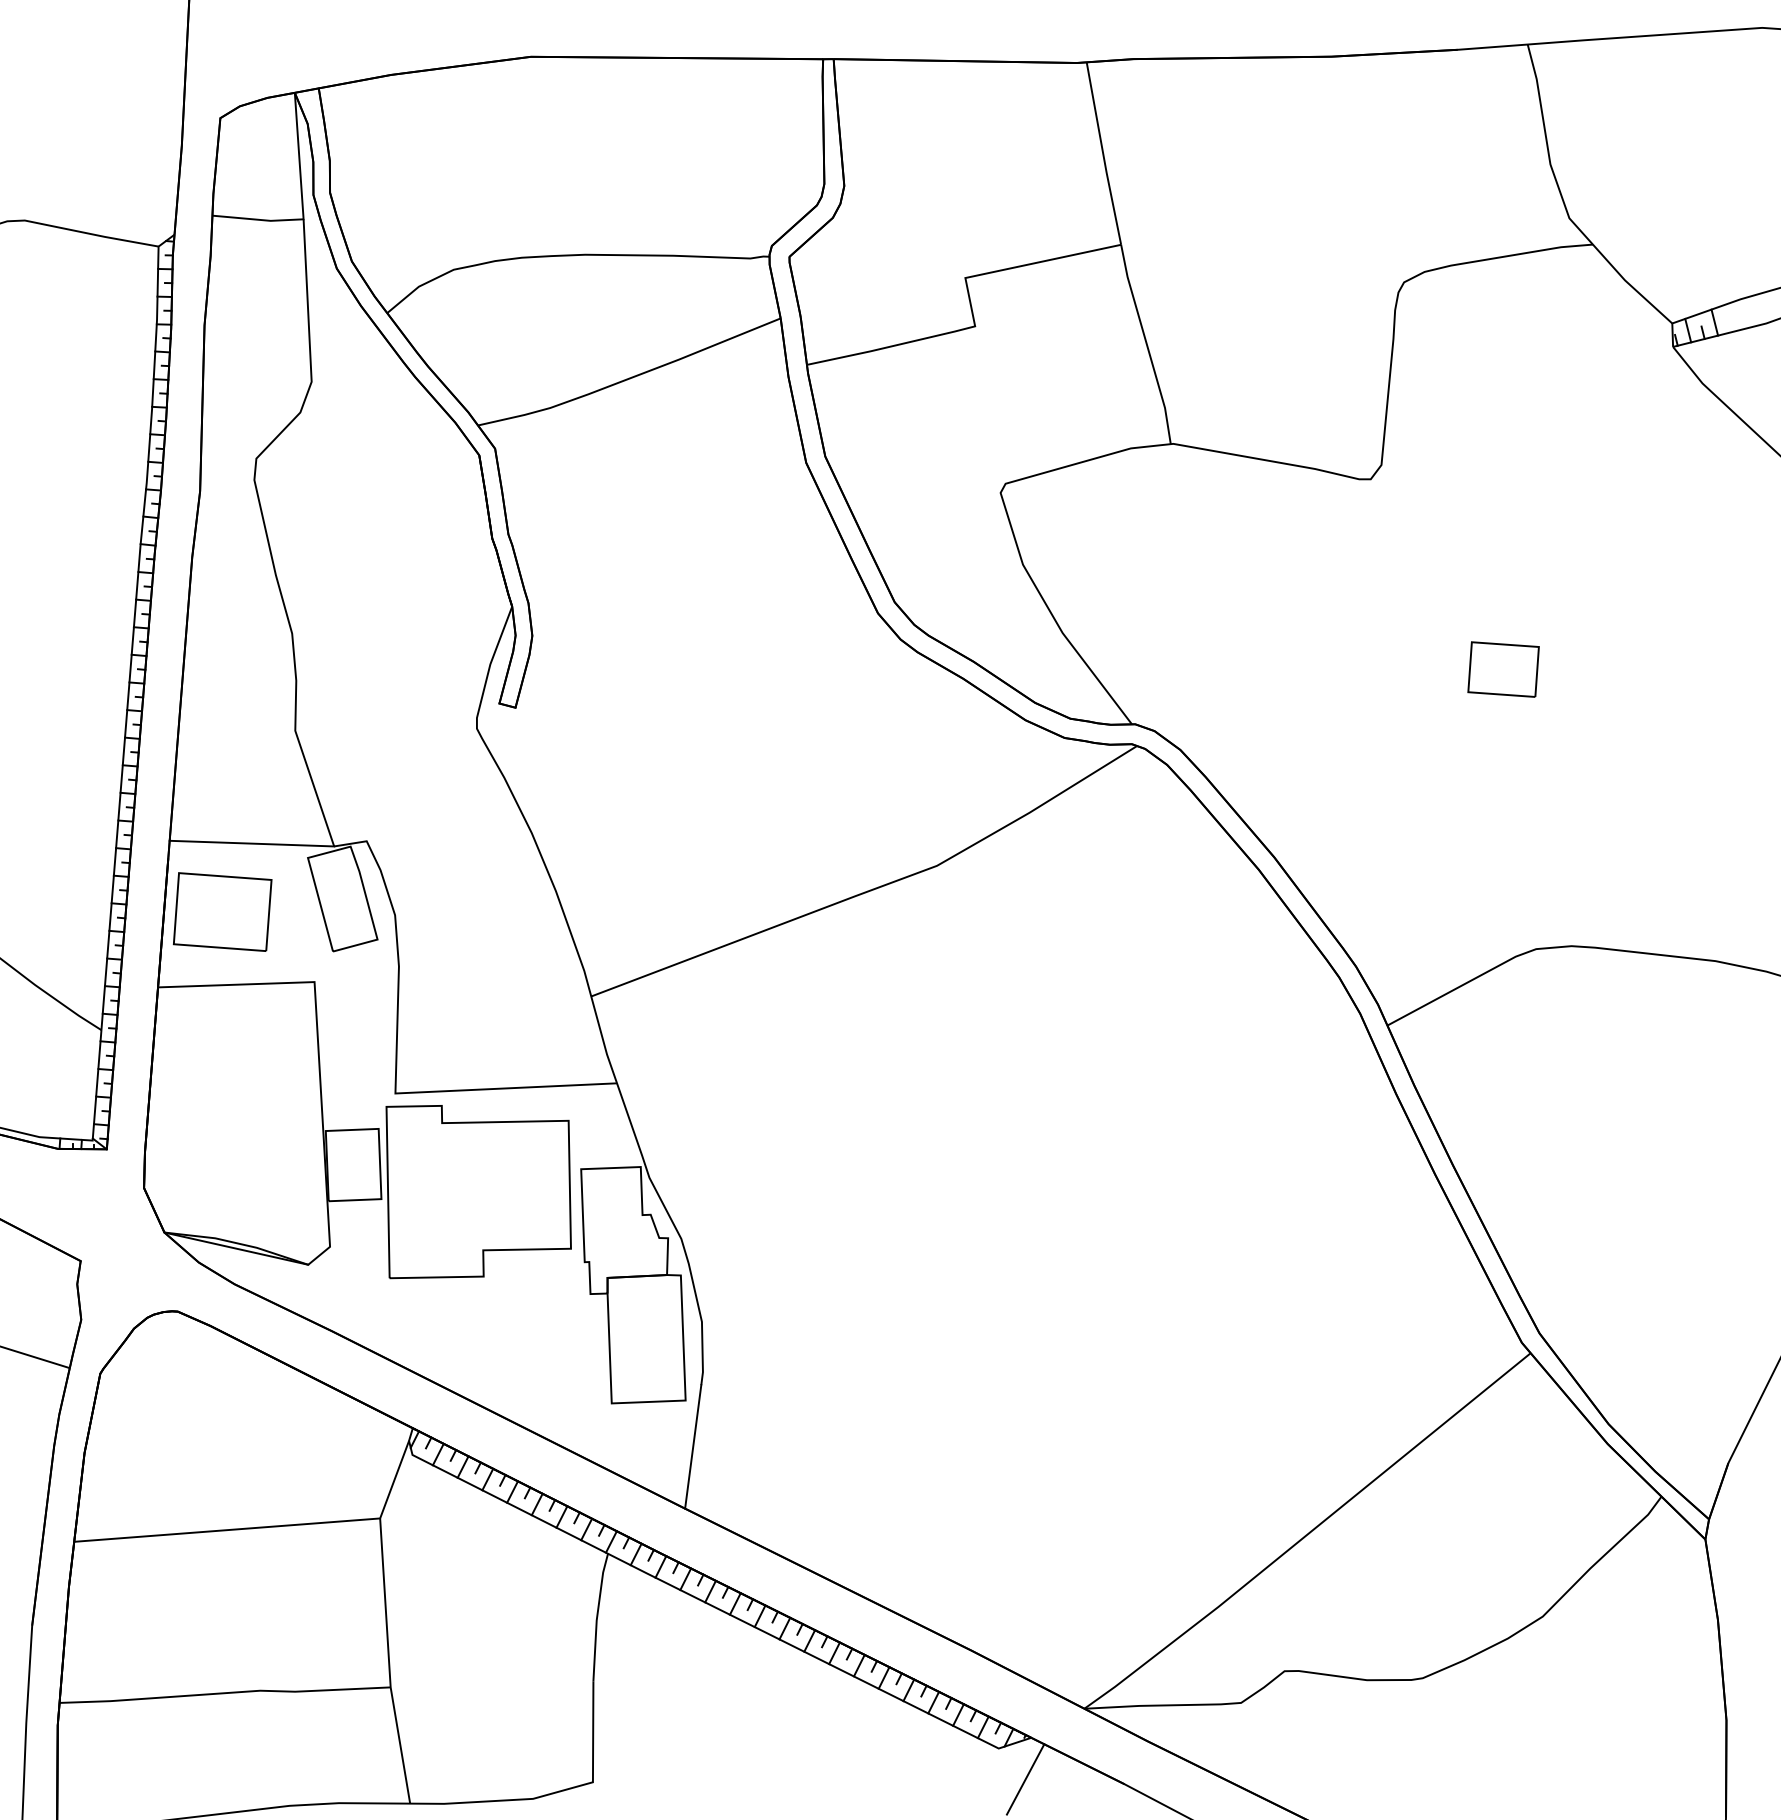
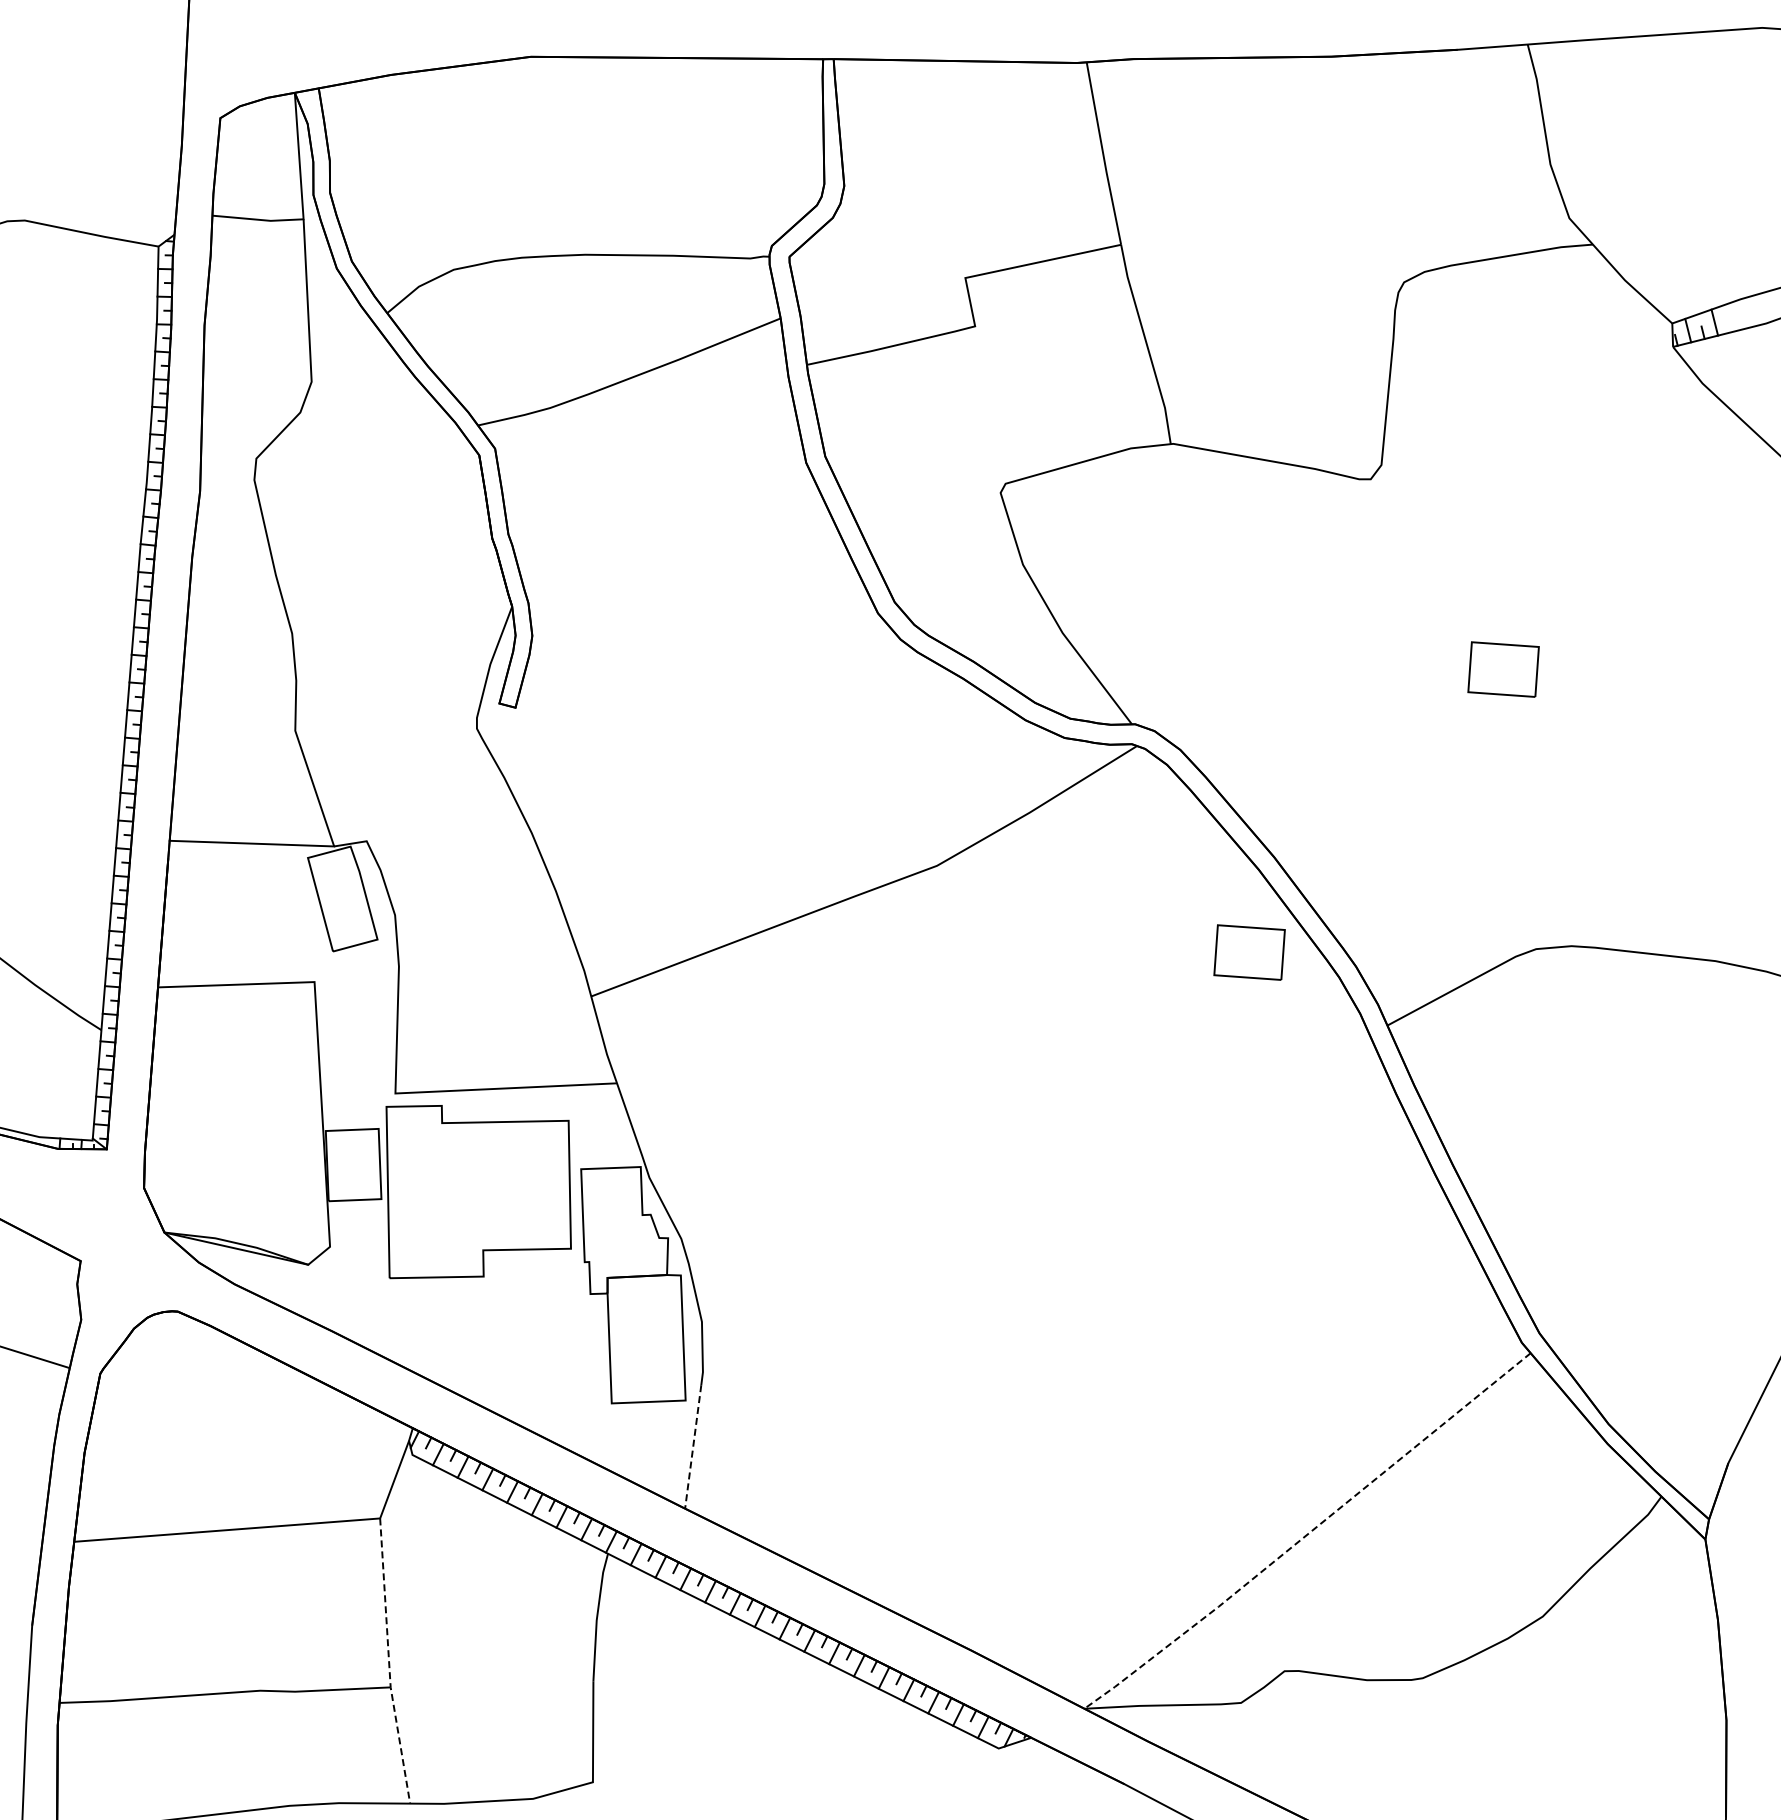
part at (222, 911): present -> none
part at (1249, 952): none -> present
line at (693, 1447): solid -> dashed
line at (1308, 1533): solid -> dashed
line at (389, 1662): solid -> dashed
line at (1025, 1779): present -> none
